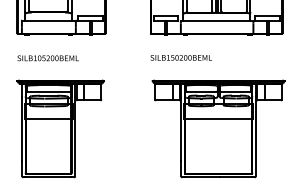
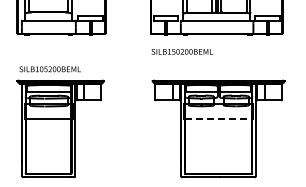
text at (180, 57) position: (180, 57) -> (181, 51)
text at (47, 58) position: (47, 58) -> (49, 69)
line at (218, 119): solid -> dashed
